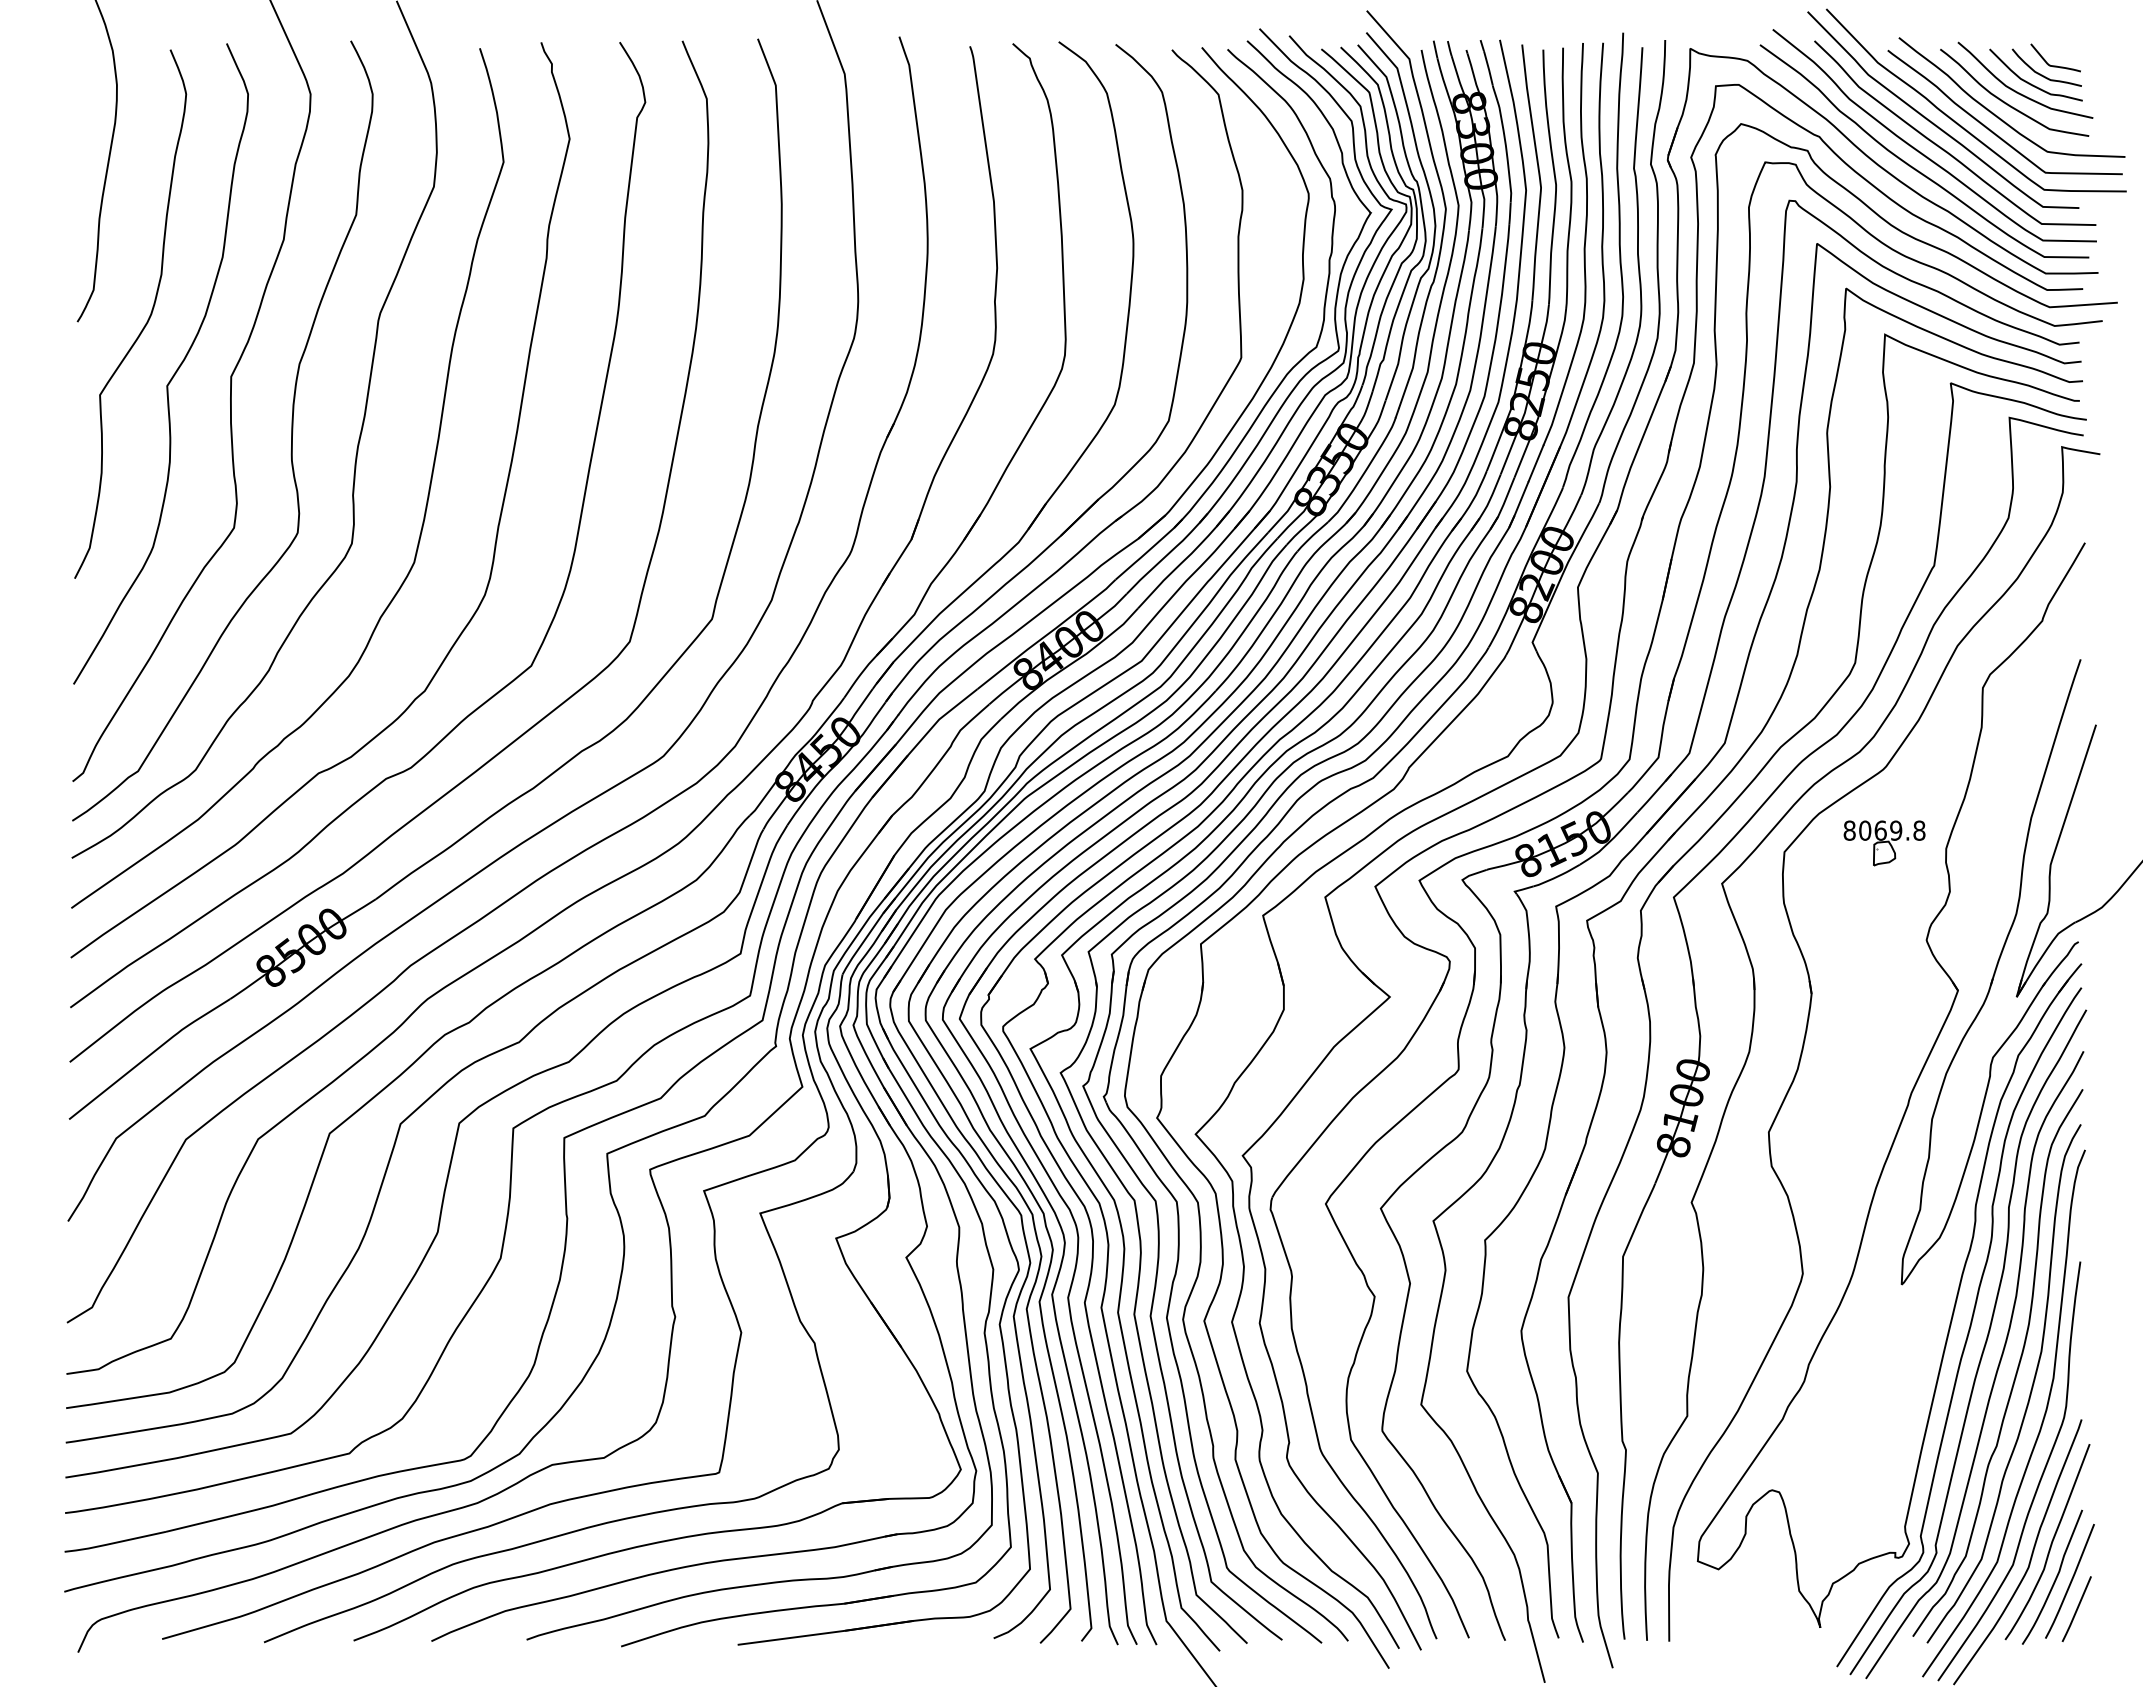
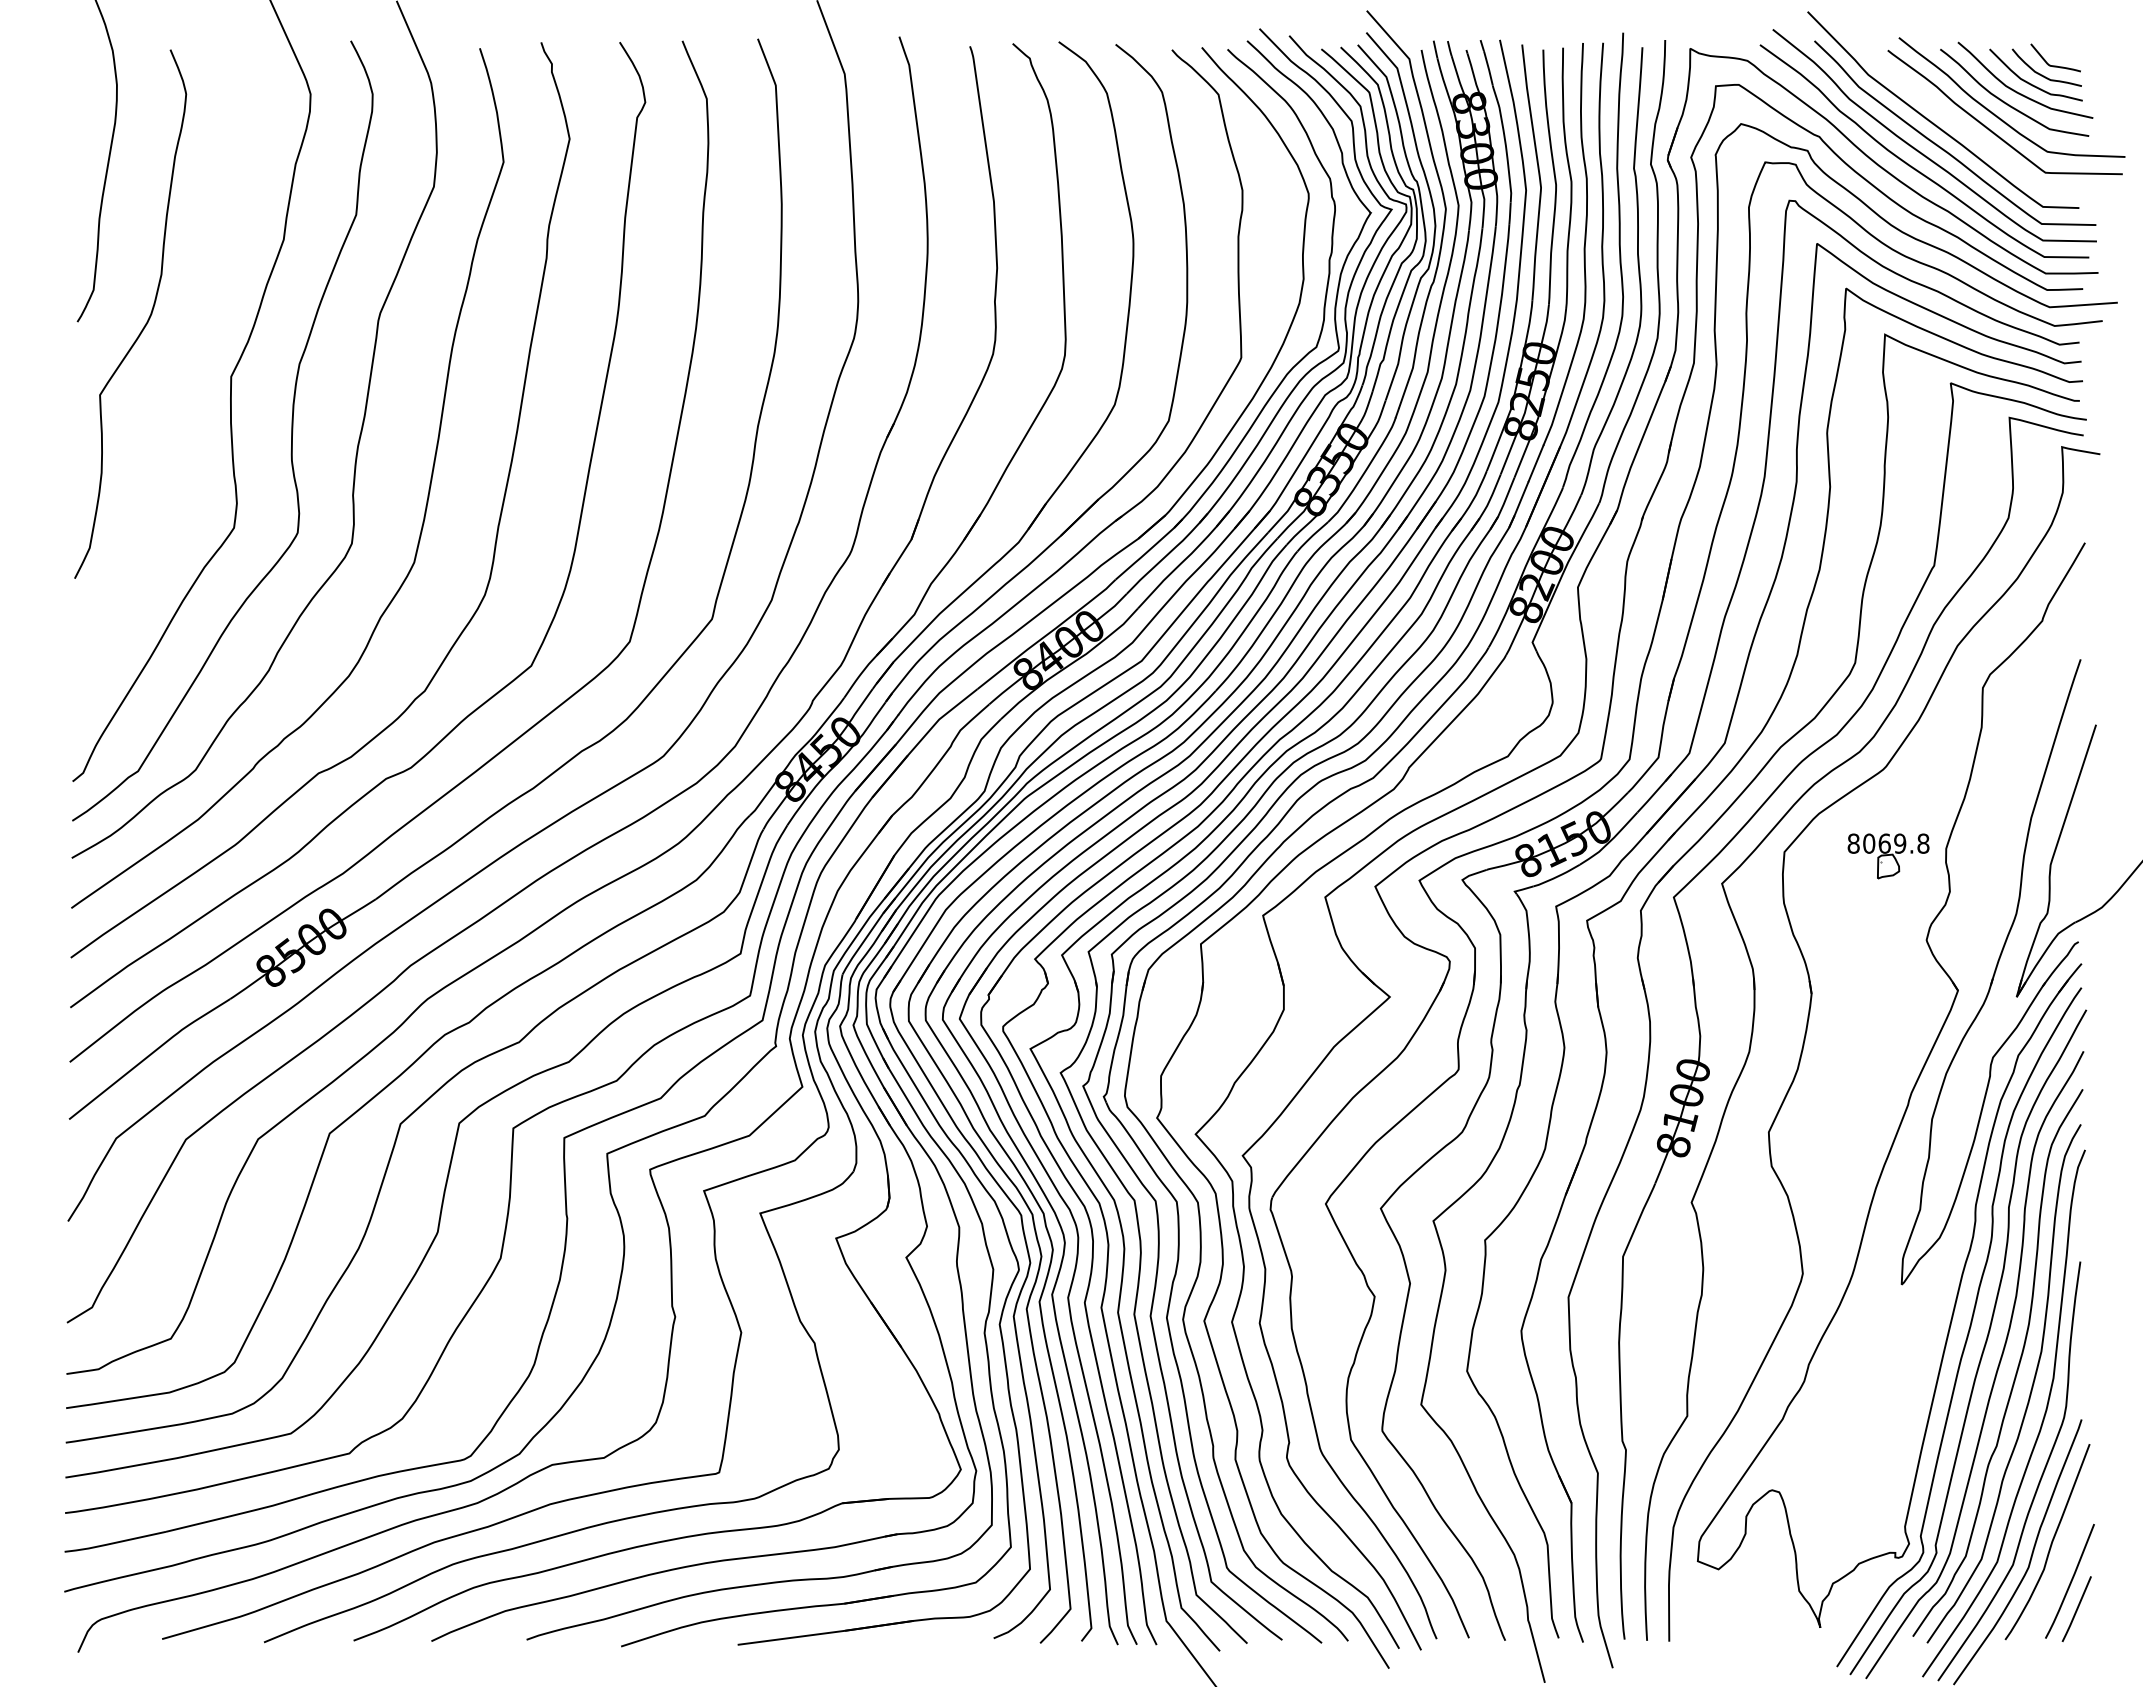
curve at (1960, 124): present -> none
curve at (174, 372): present -> none
part at (1884, 843) position: (1884, 843) -> (1888, 856)
curve at (2055, 1577): present -> none
